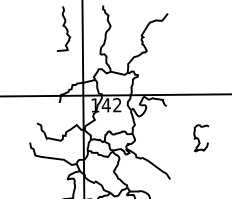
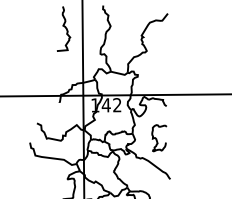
curve at (199, 139) position: (199, 139) -> (157, 139)
